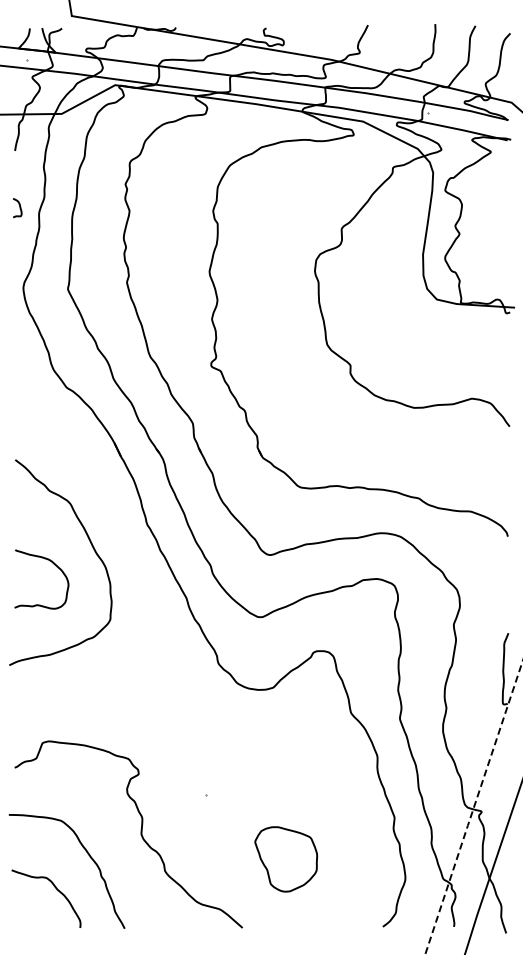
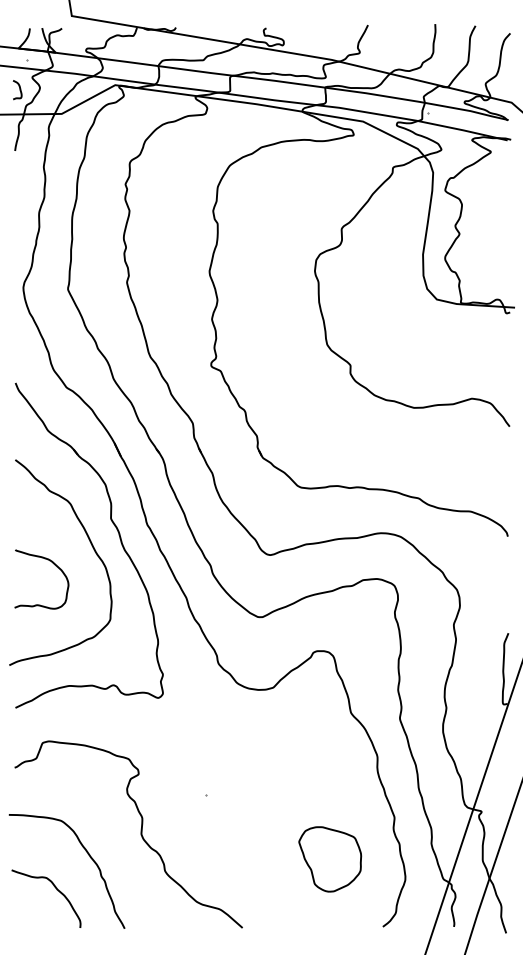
curve at (19, 208) position: (19, 208) -> (19, 90)
part at (119, 539): none -> present
line at (473, 808): dashed -> solid
part at (286, 859) position: (286, 859) -> (330, 859)
